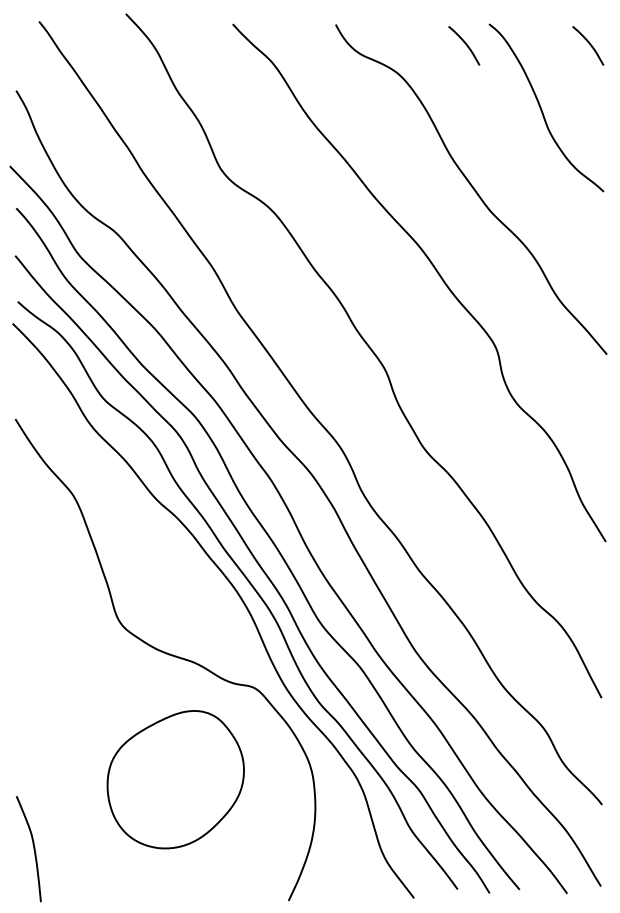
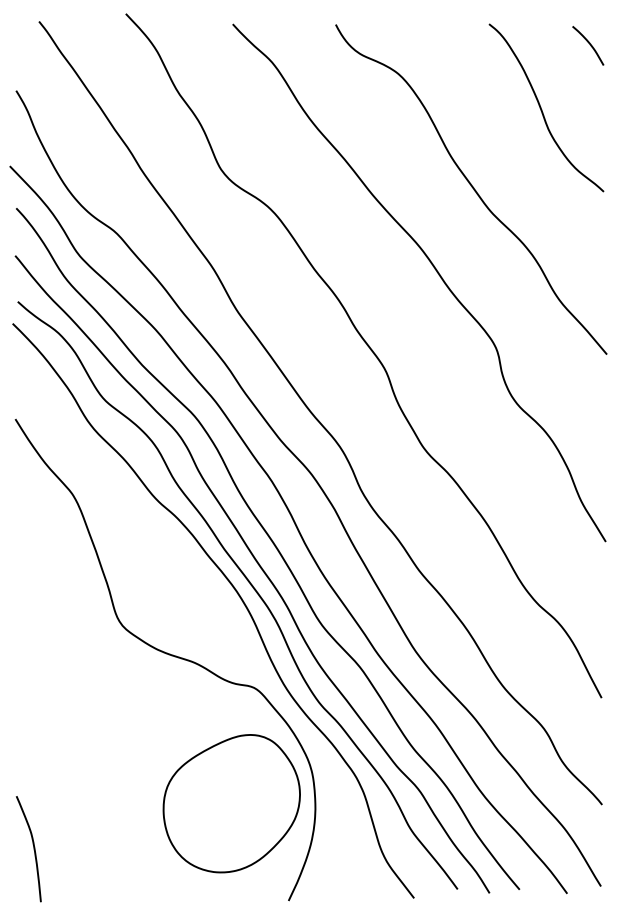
curve at (465, 44): present -> none
part at (175, 779) position: (175, 779) -> (231, 803)
